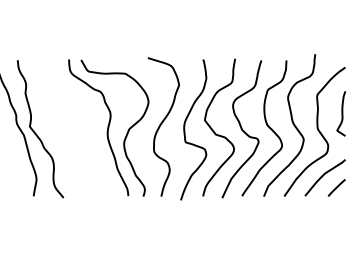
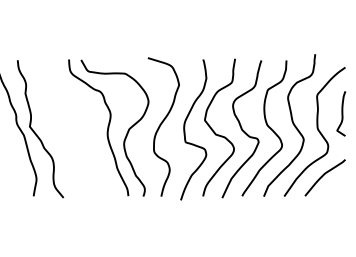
line at (336, 187): present -> none
